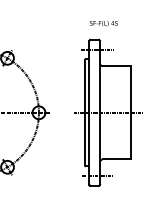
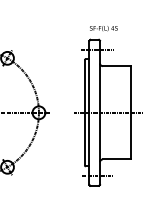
text at (103, 23) position: (103, 23) -> (103, 28)
